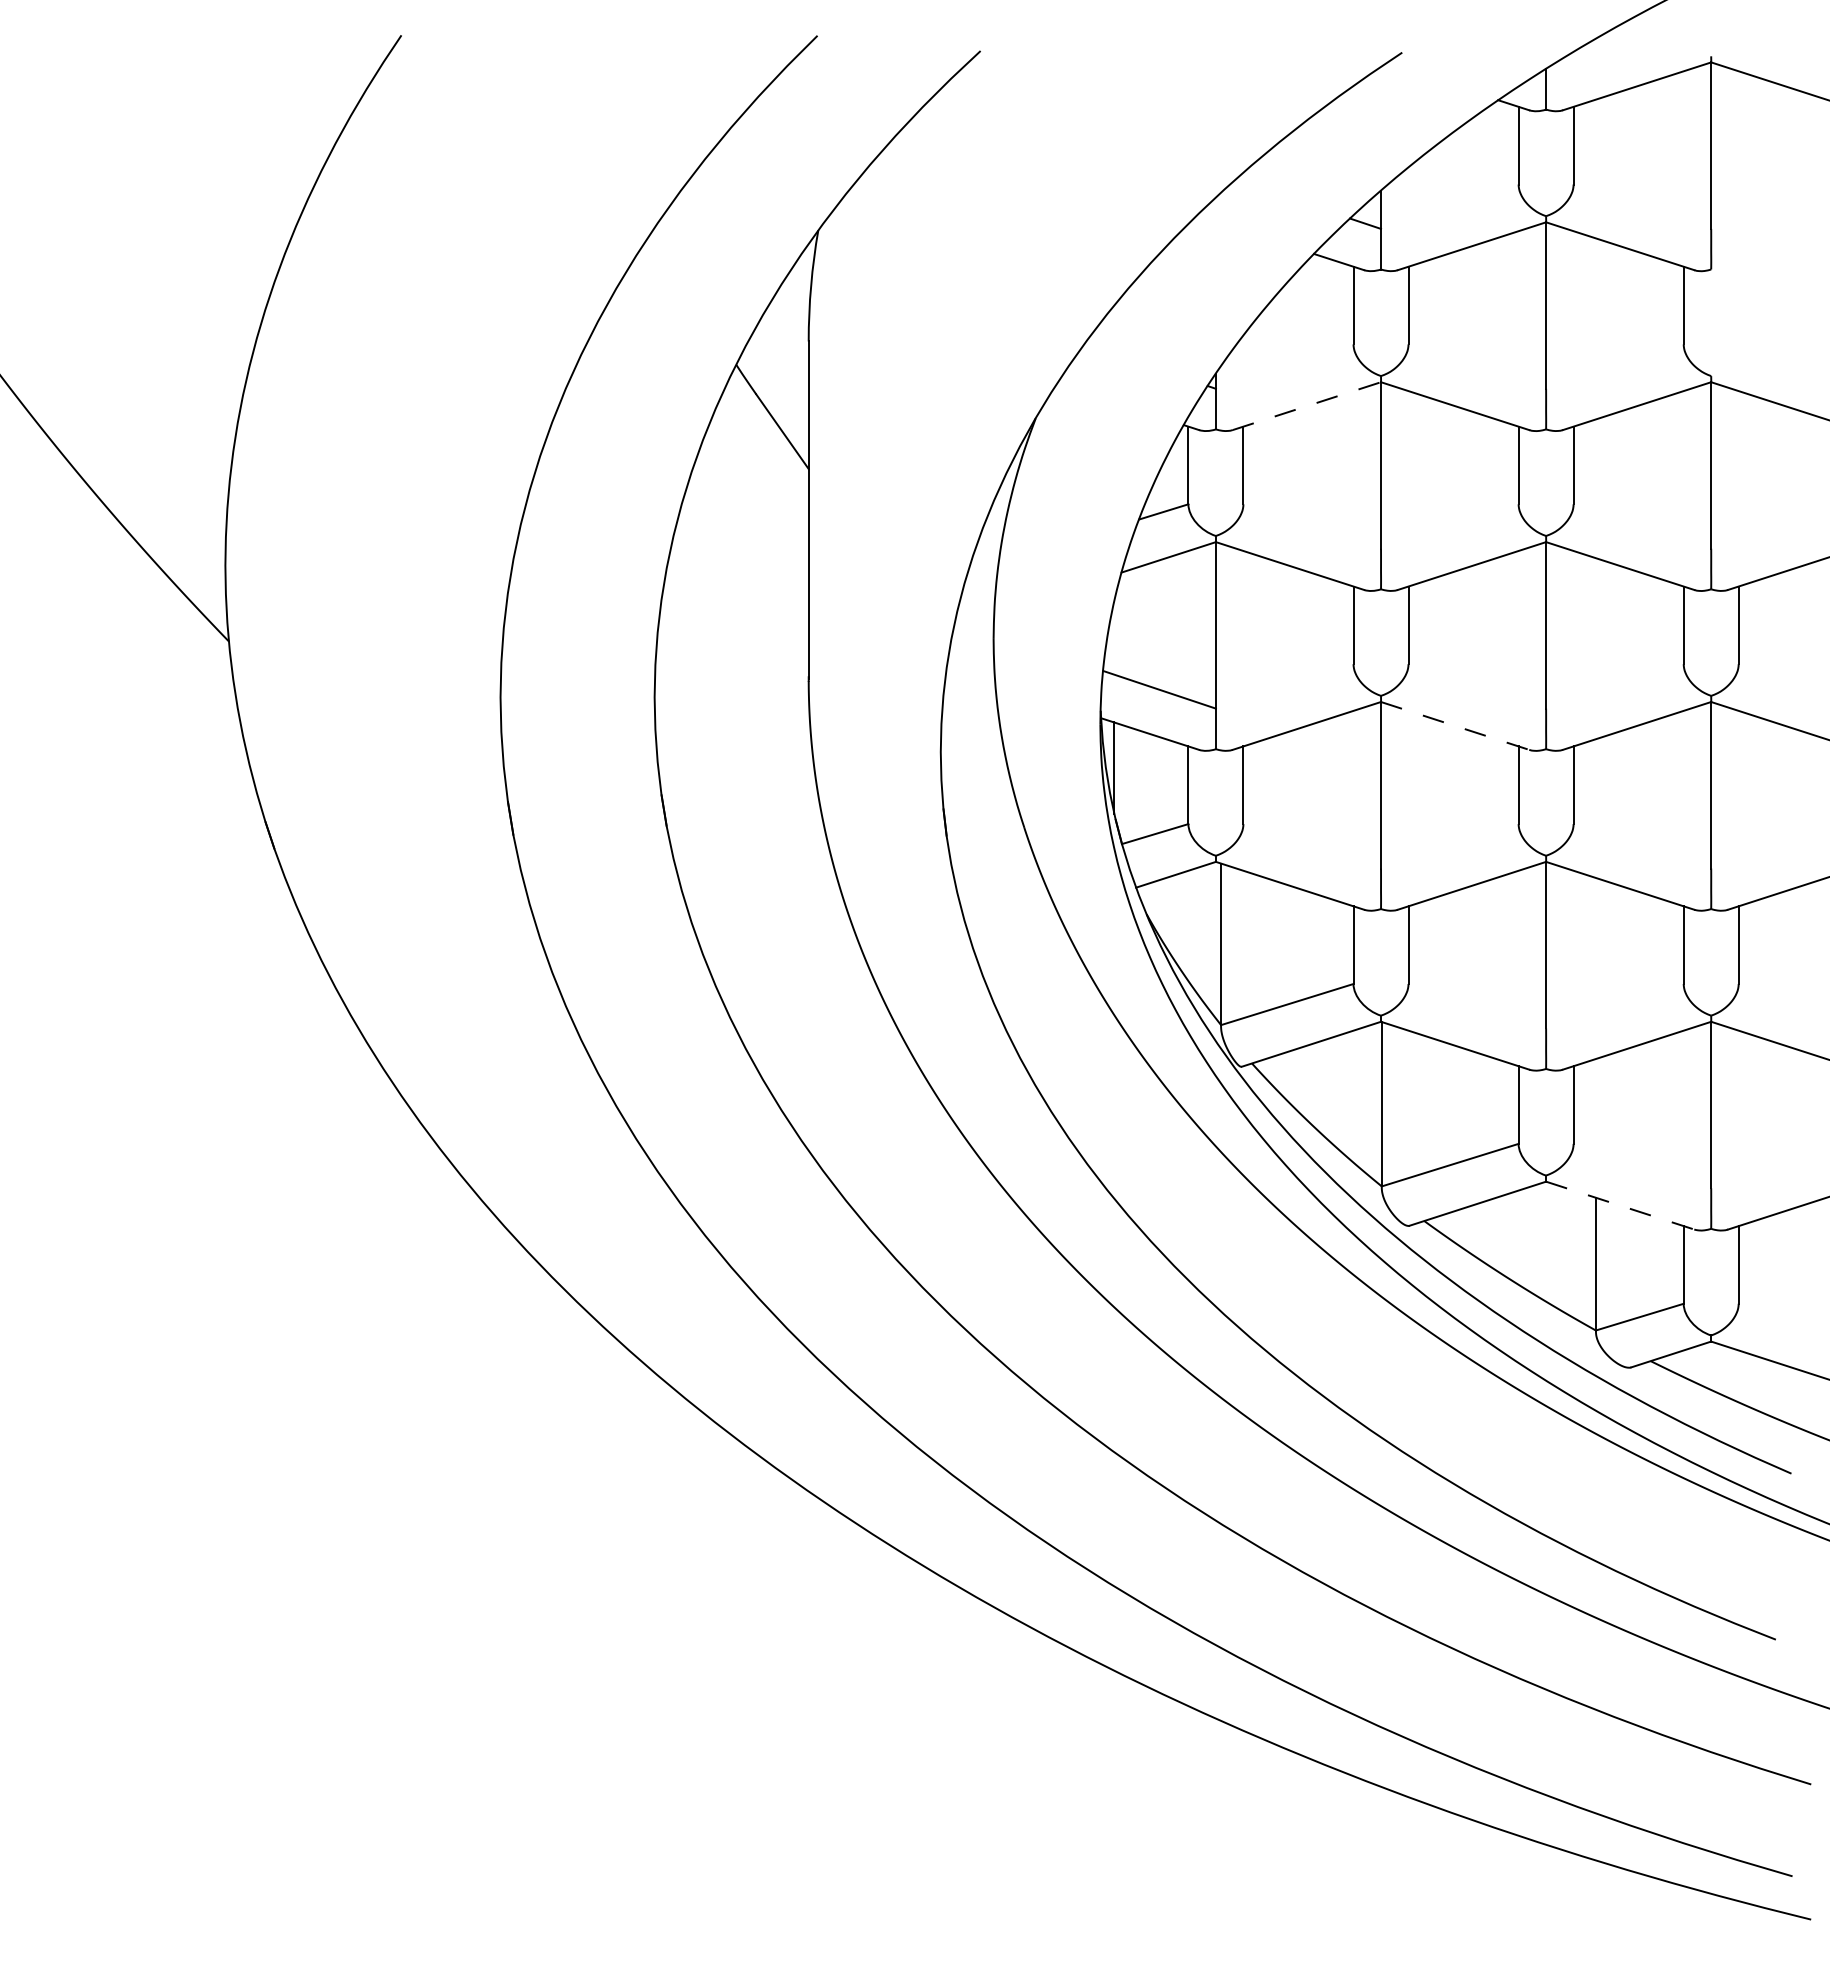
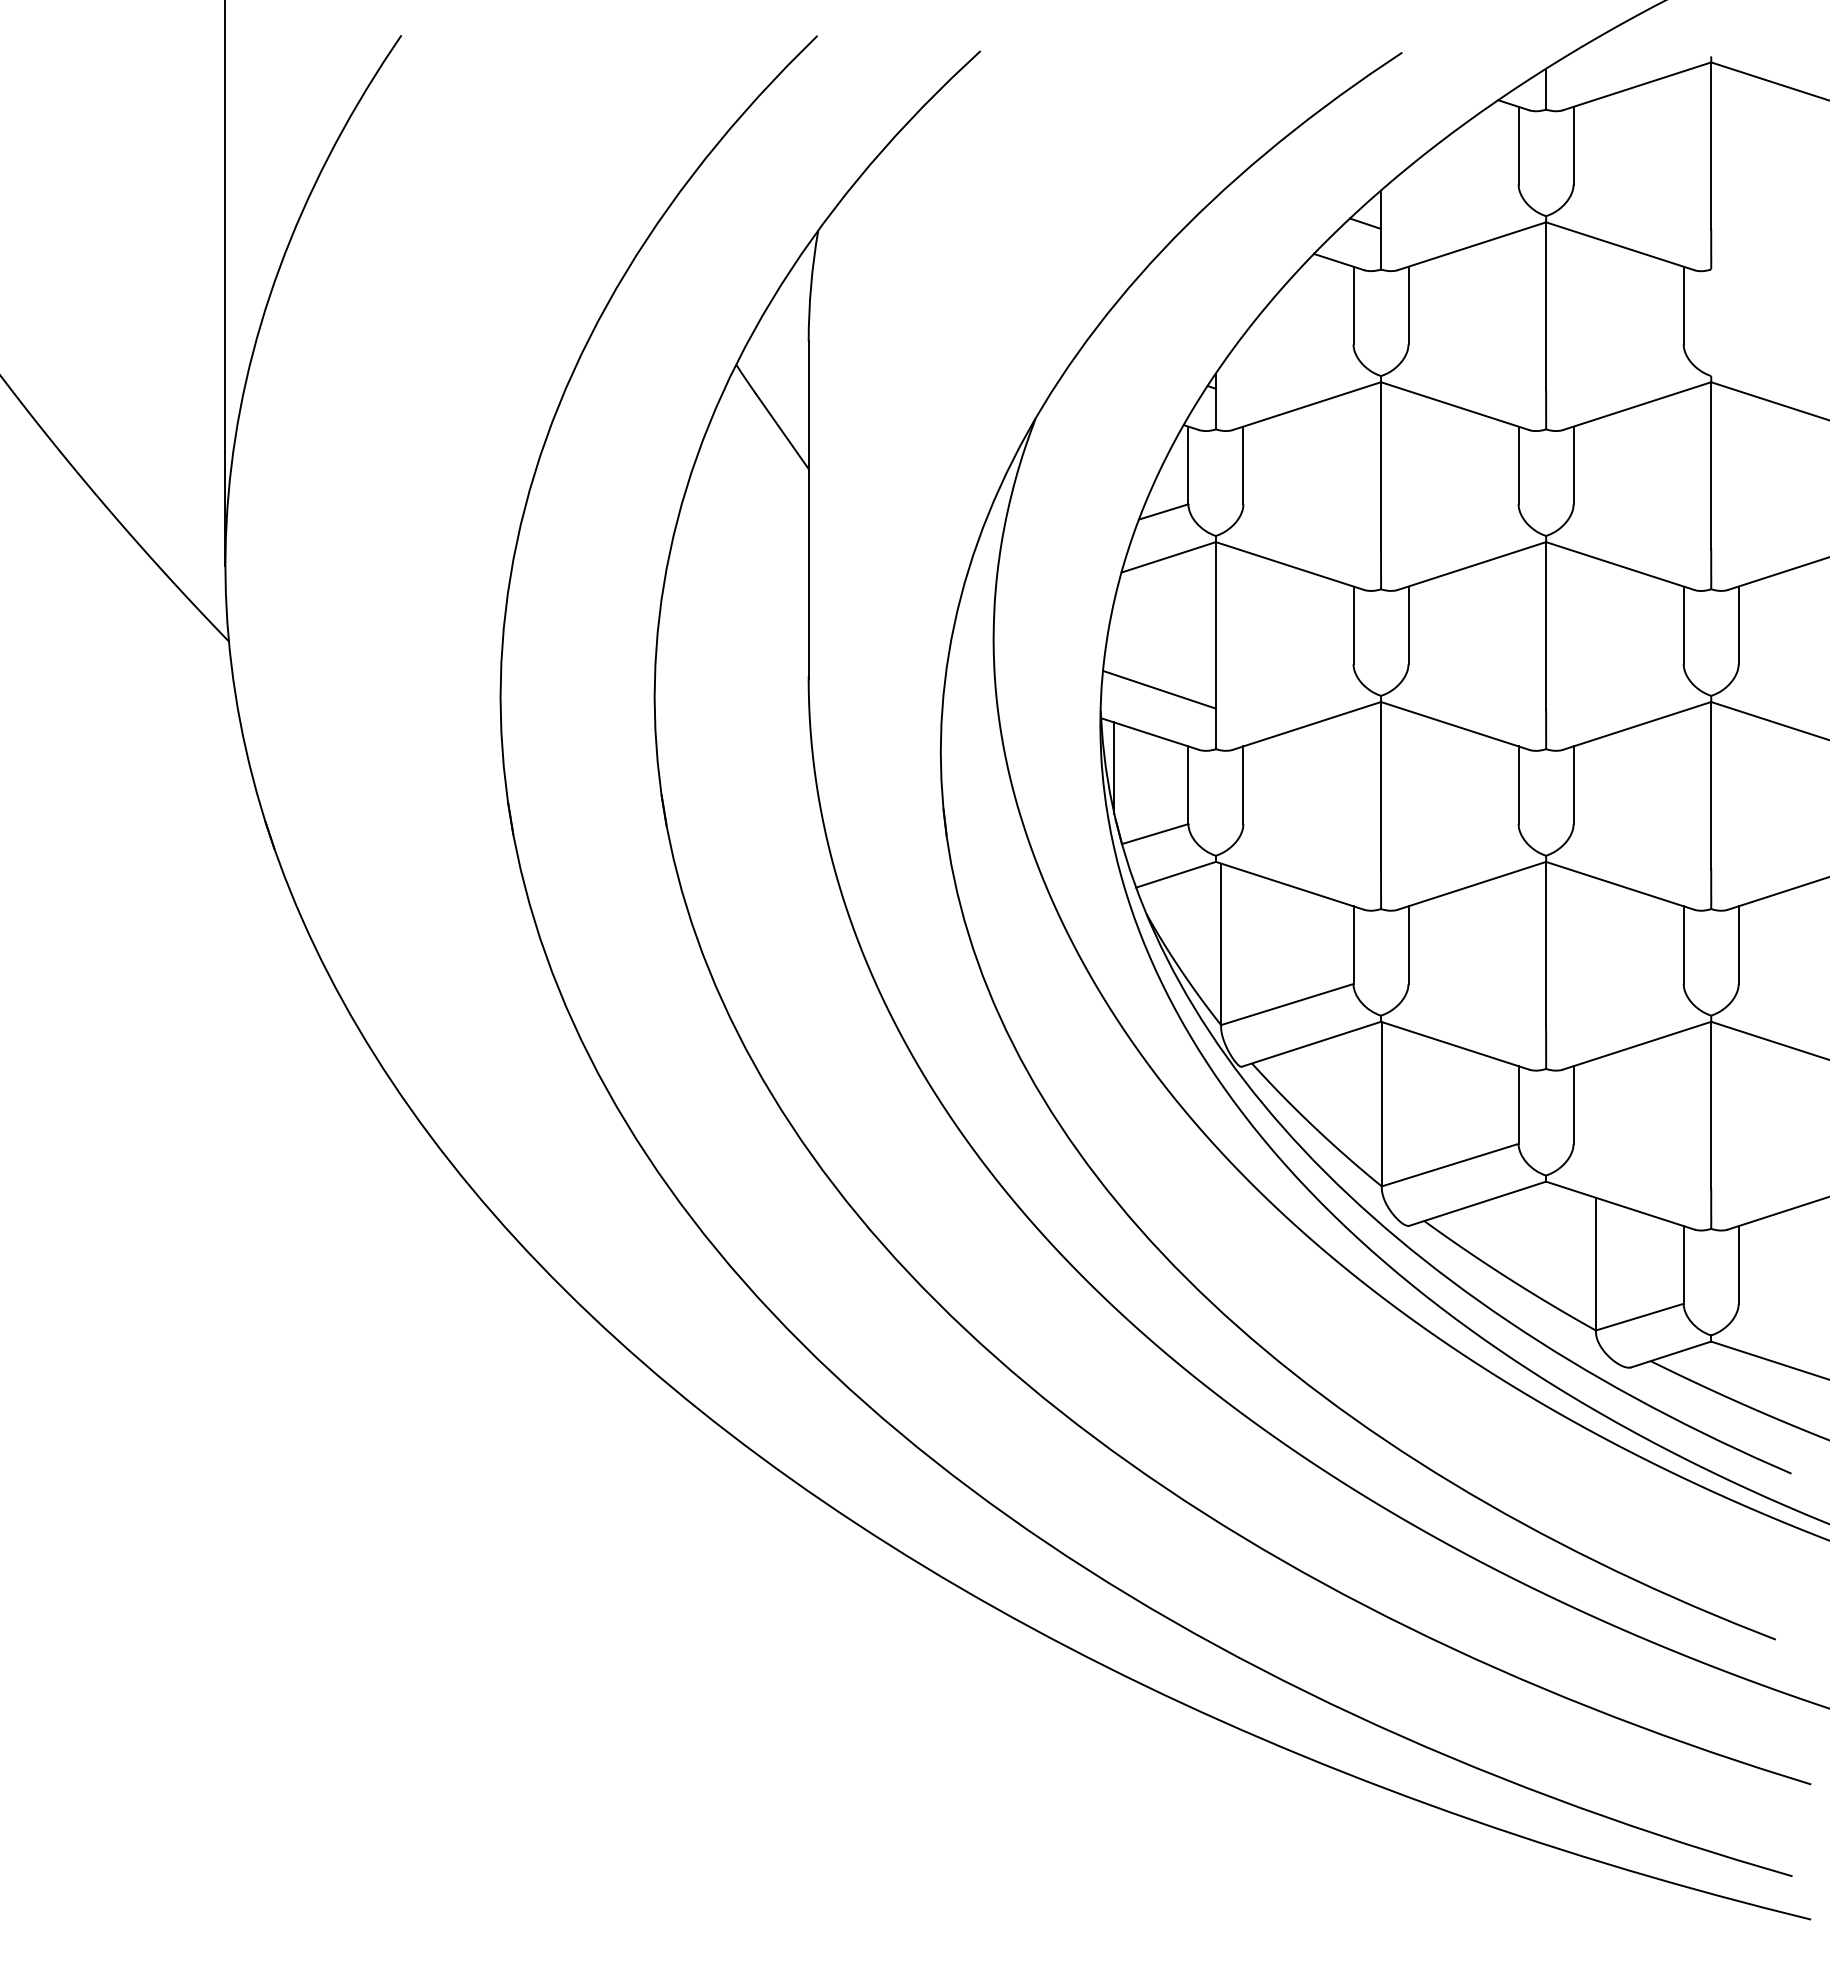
line at (225, 283): none -> present
line at (1306, 406): dashed -> solid
line at (1455, 725): dashed -> solid
line at (1620, 1205): dashed -> solid
